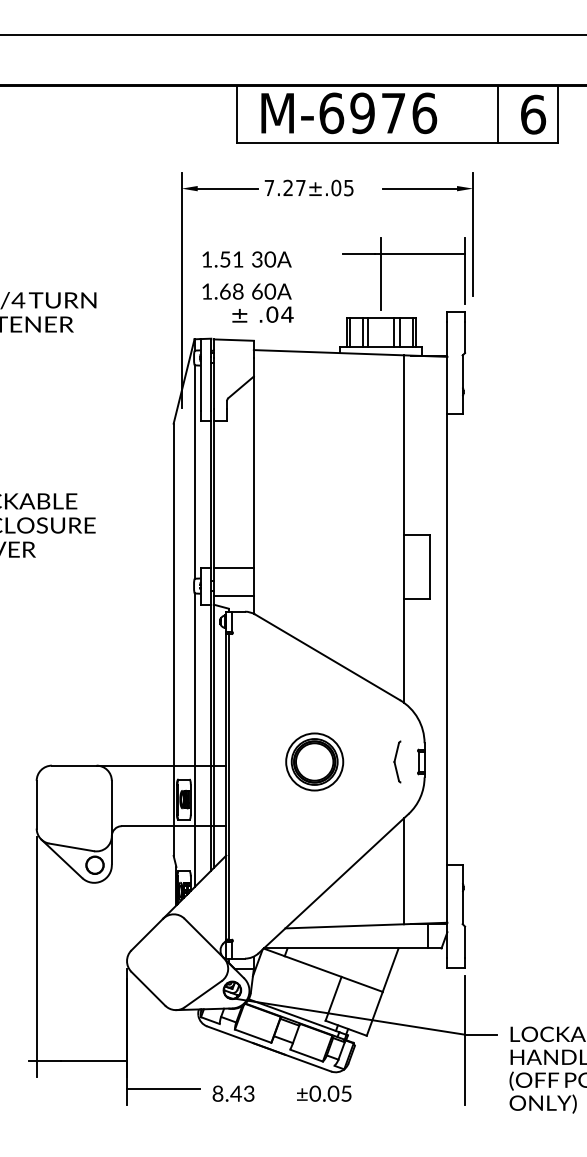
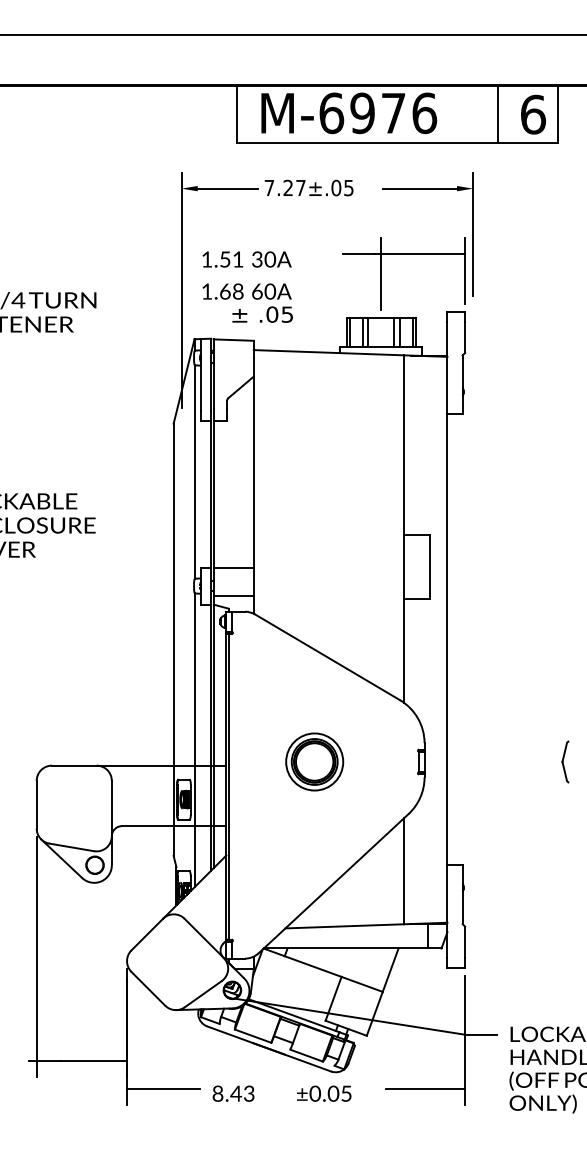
text at (287, 314): .04 -> .05
part at (397, 761) position: (397, 761) -> (565, 761)
line at (425, 1088): none -> present
